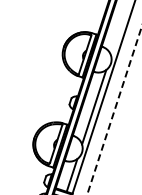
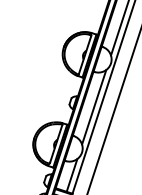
line at (119, 28): none -> present
line at (114, 110): dashed -> solid
